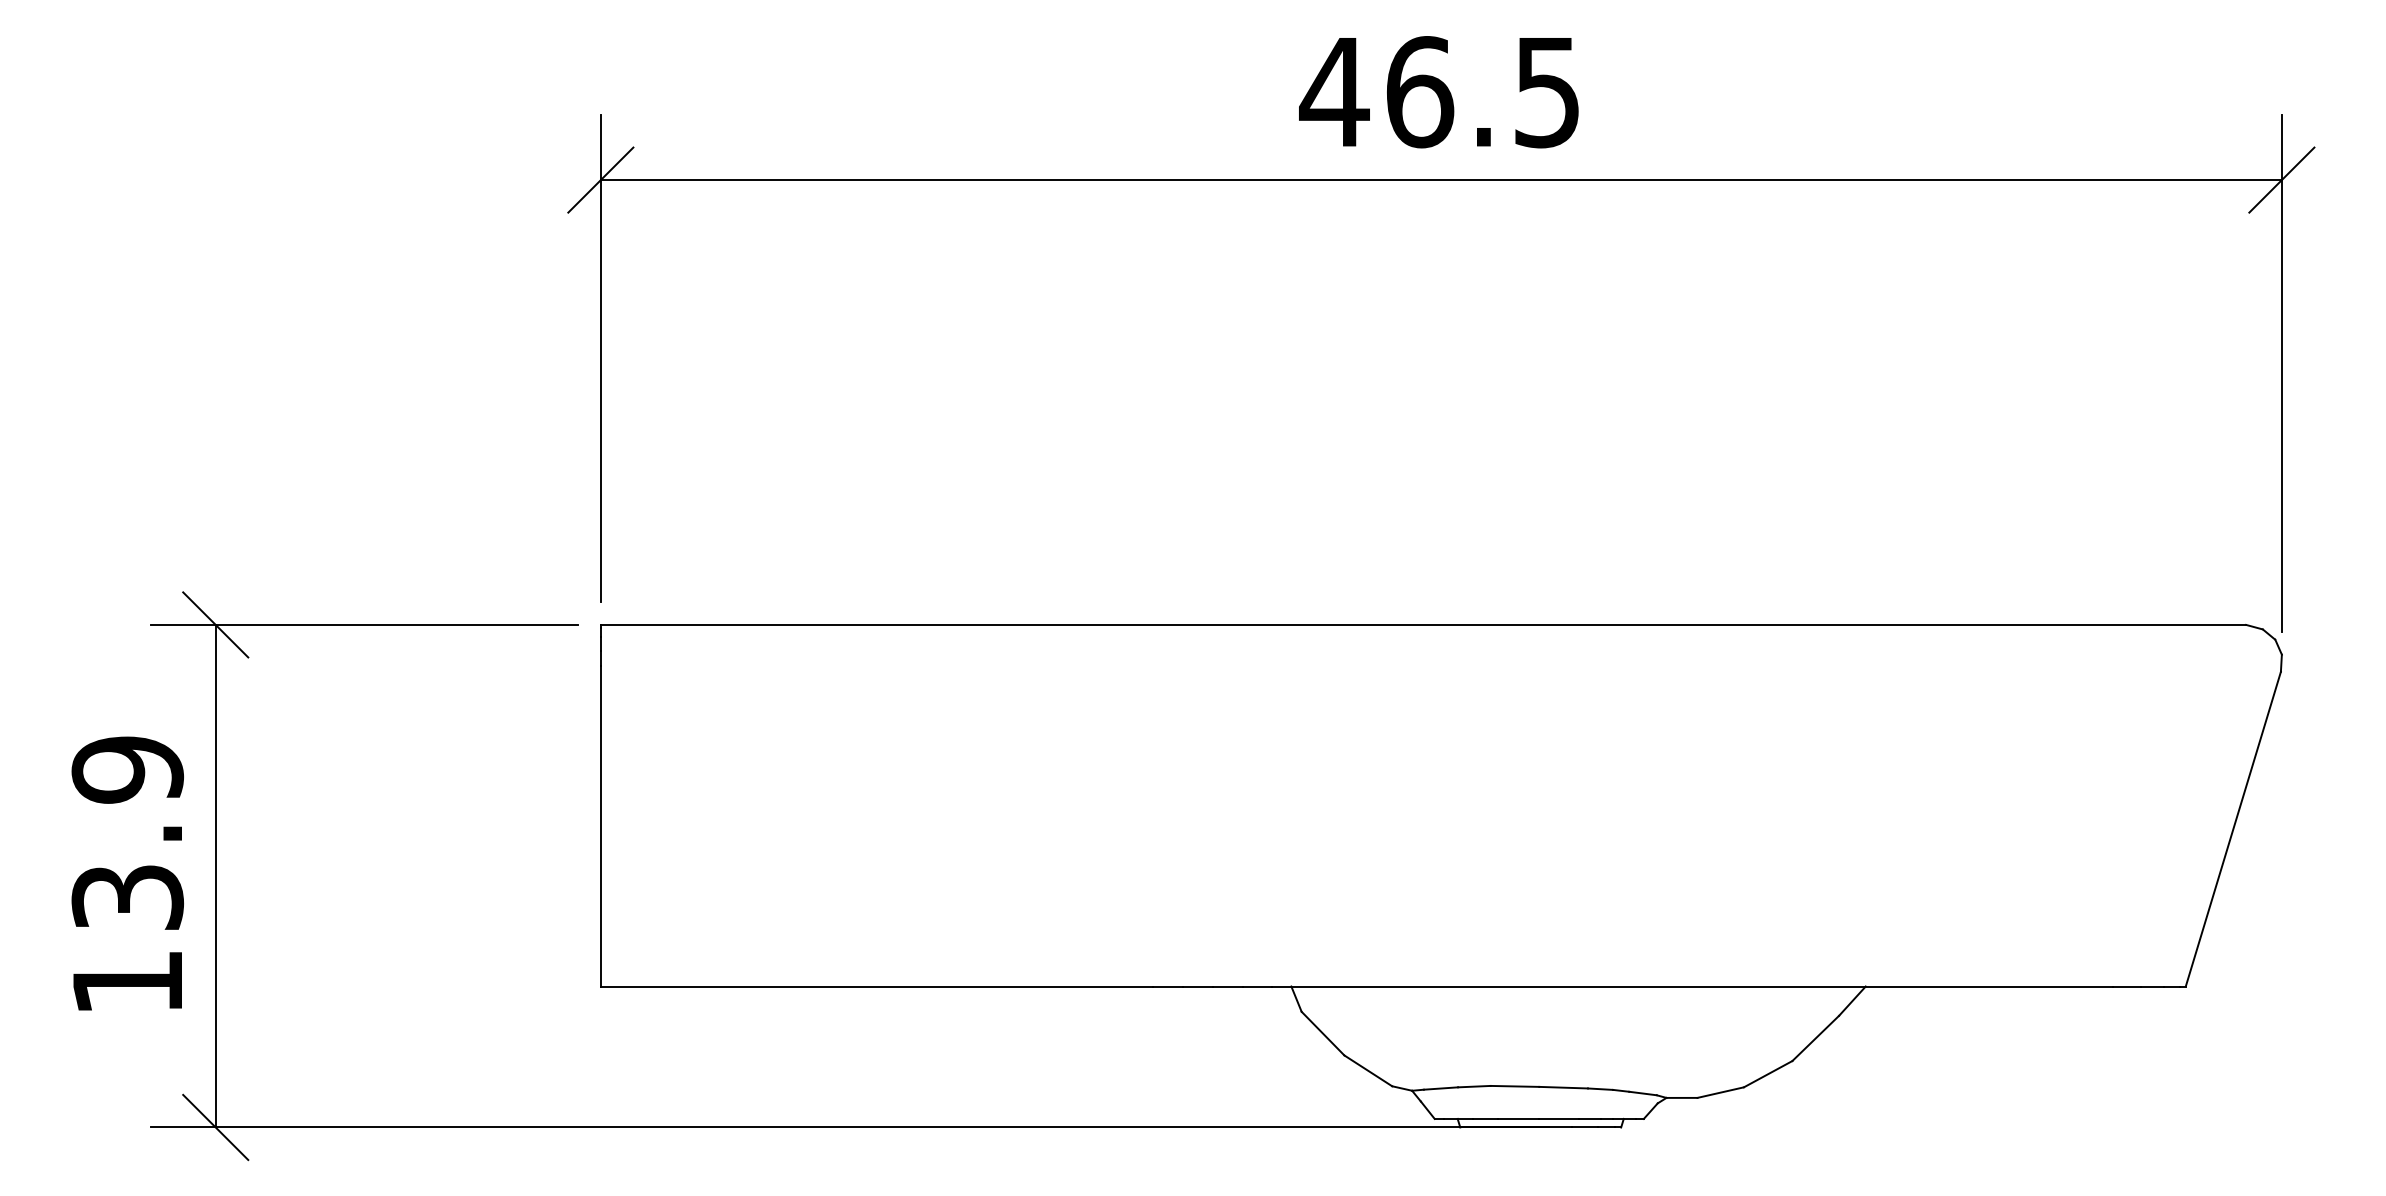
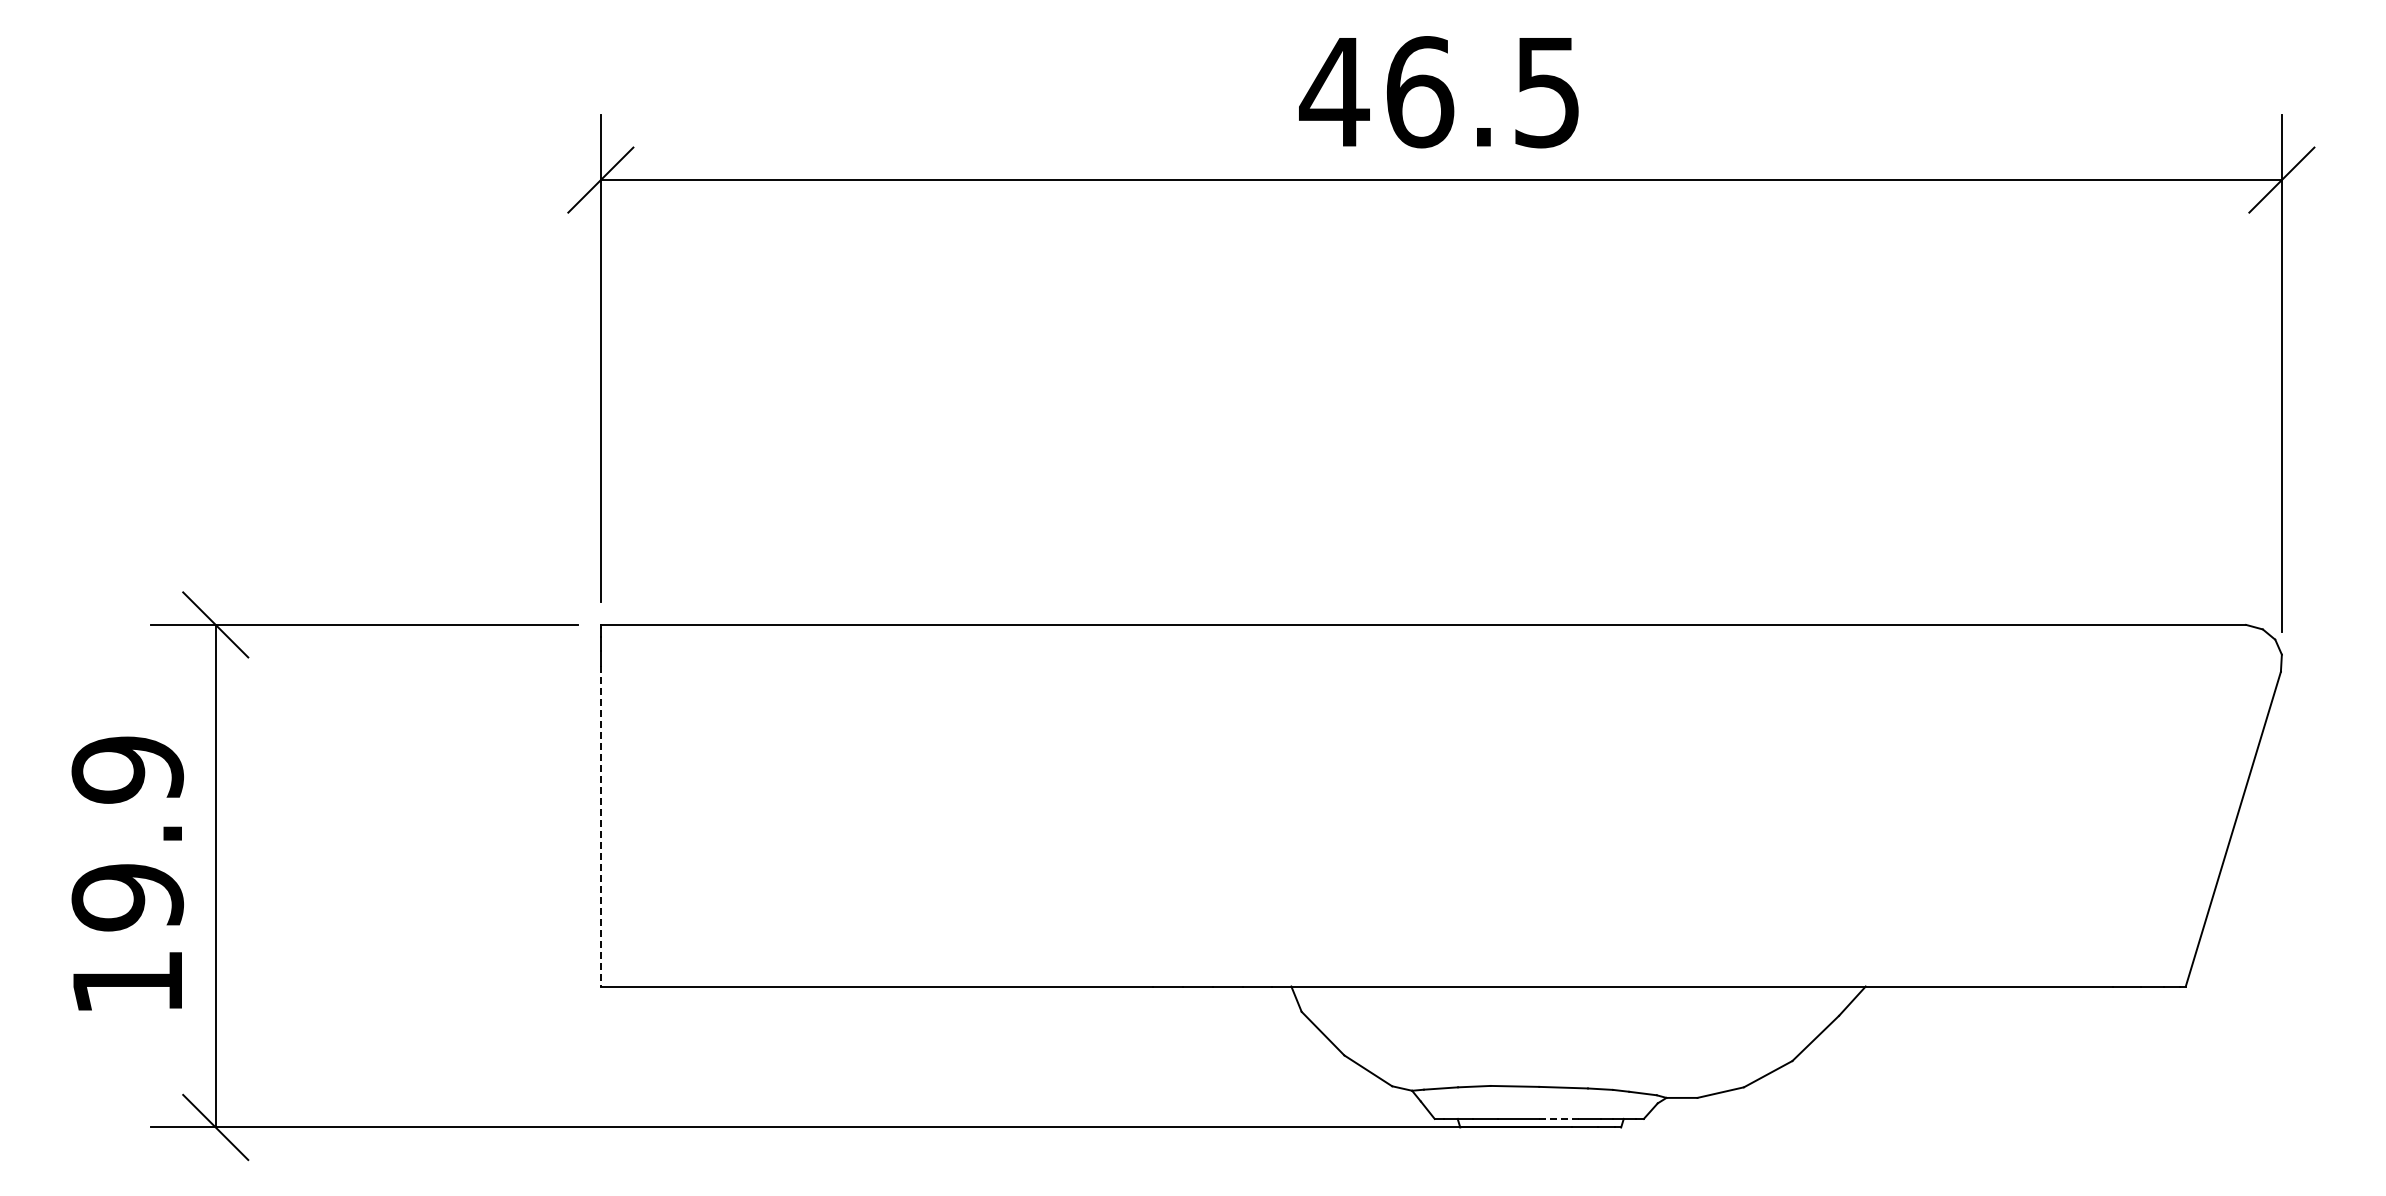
line at (600, 826): solid -> dashed
text at (127, 897): 13.9 -> 19.9
line at (1559, 1118): solid -> dashed
